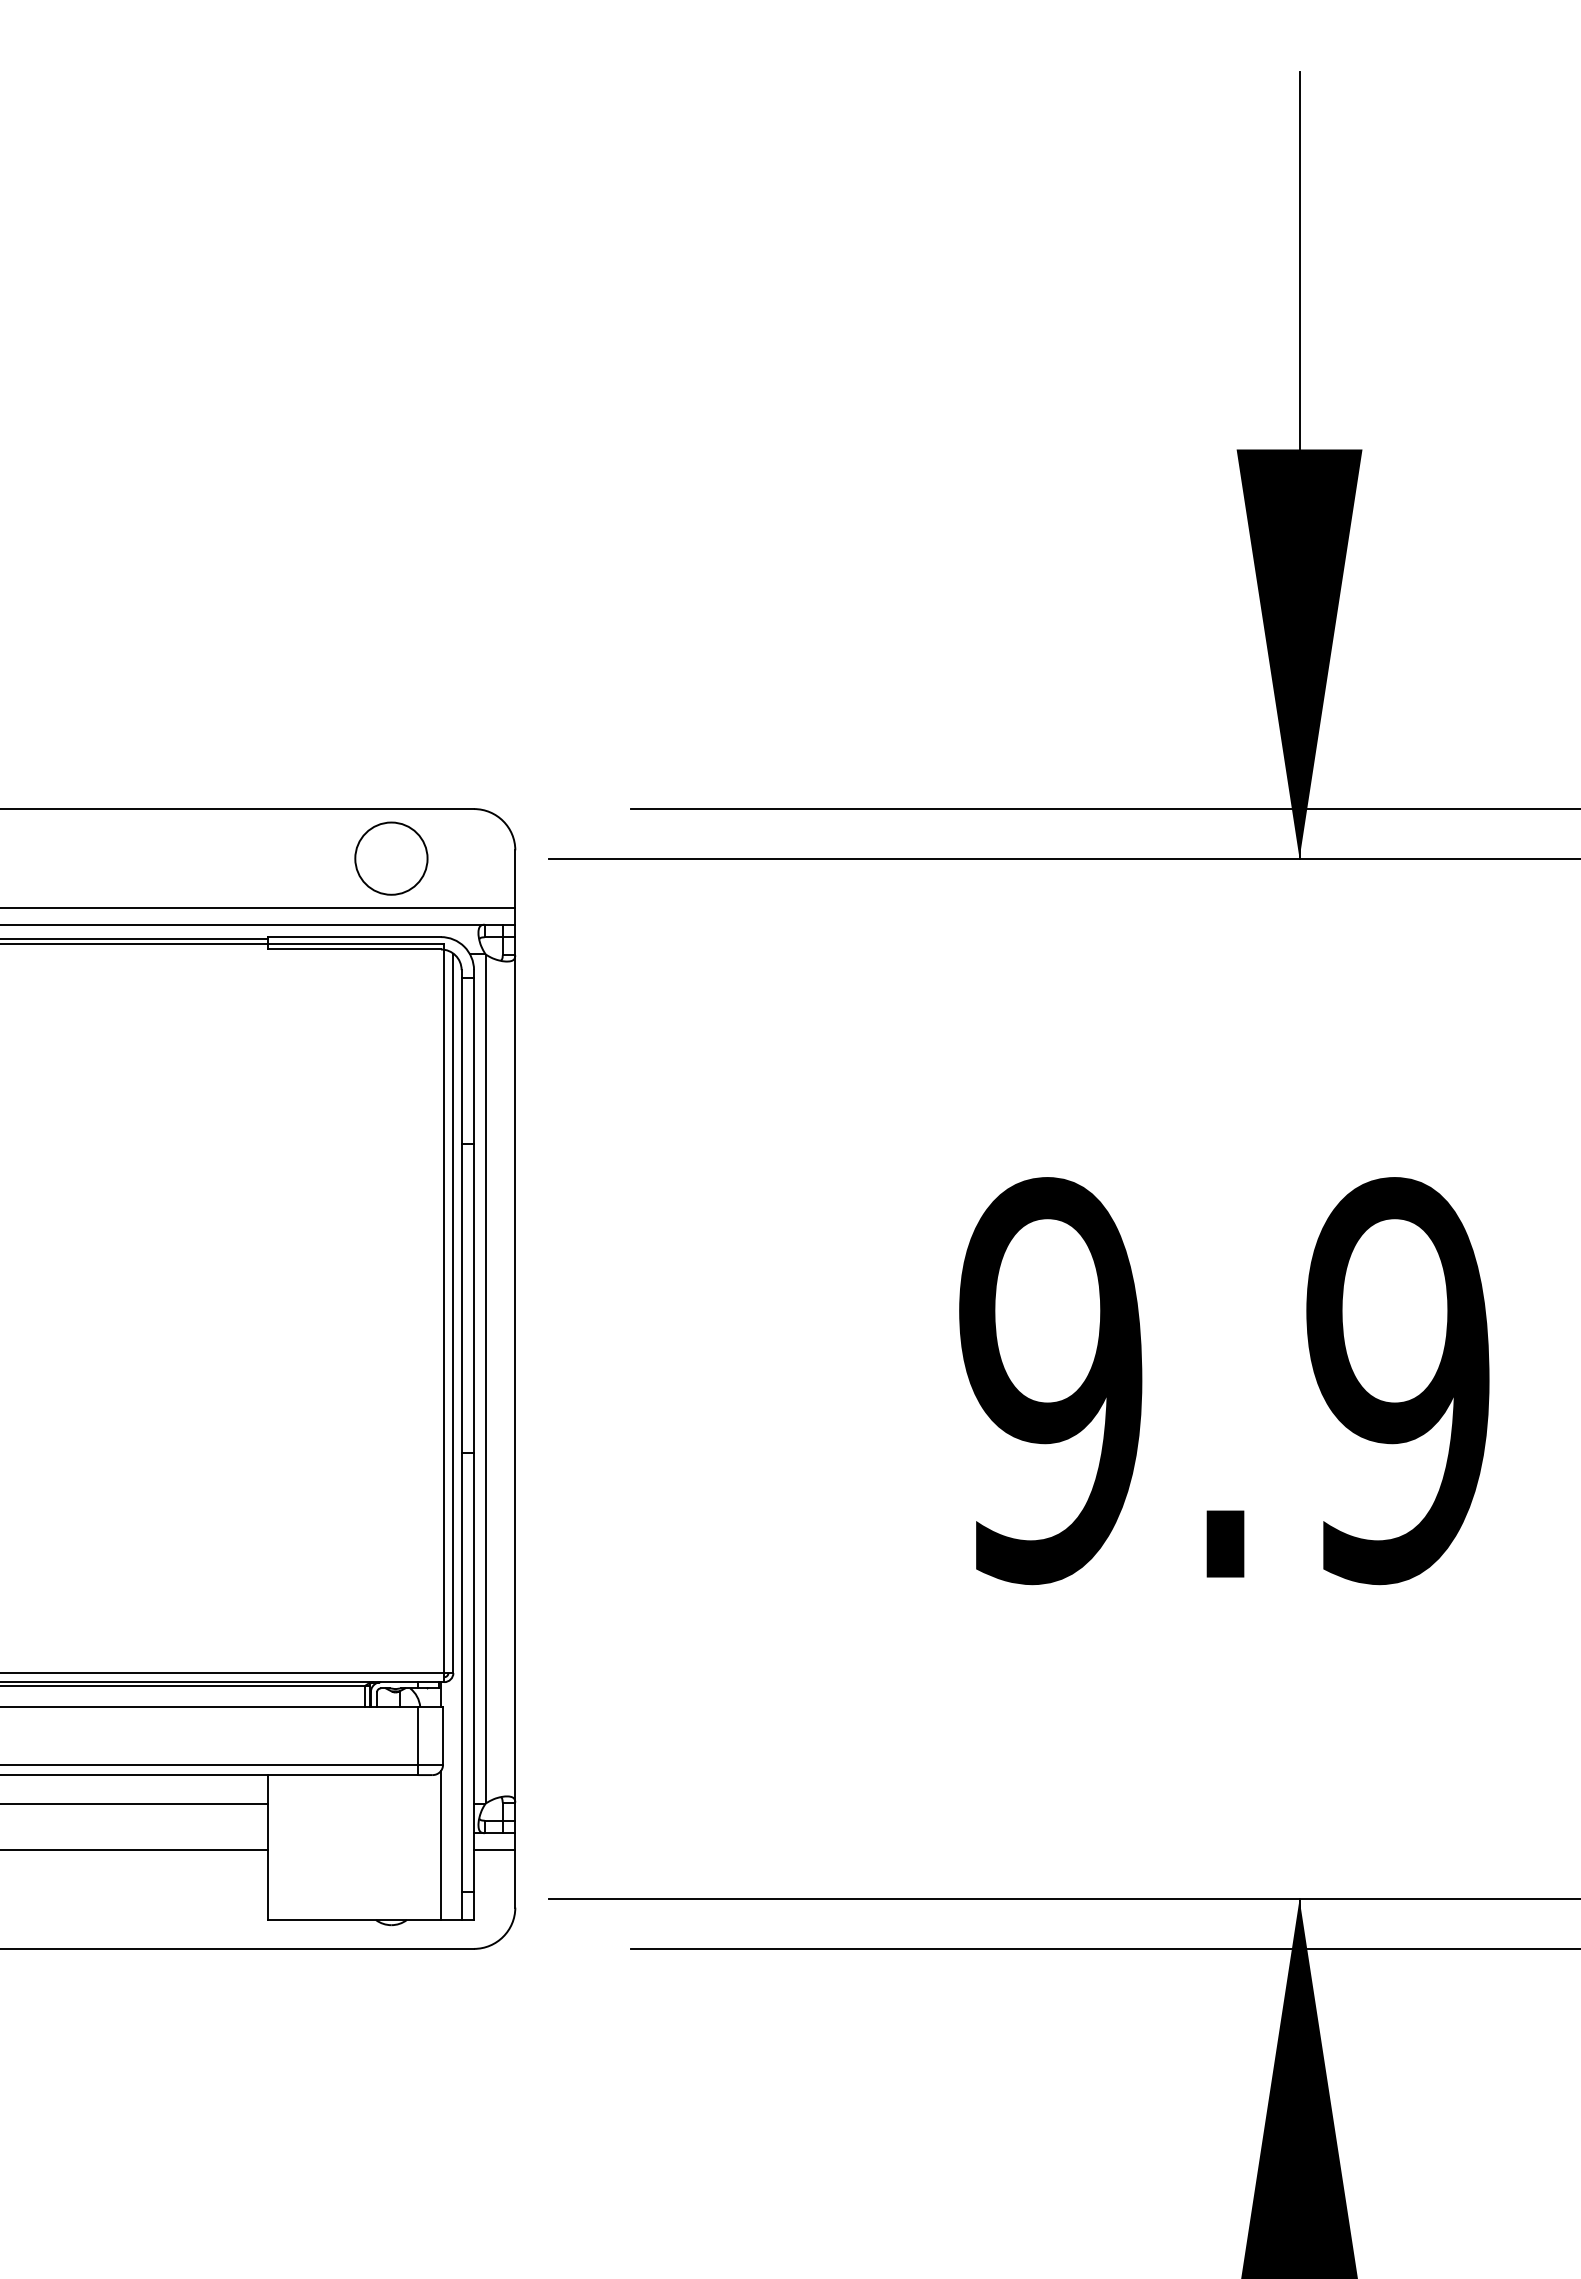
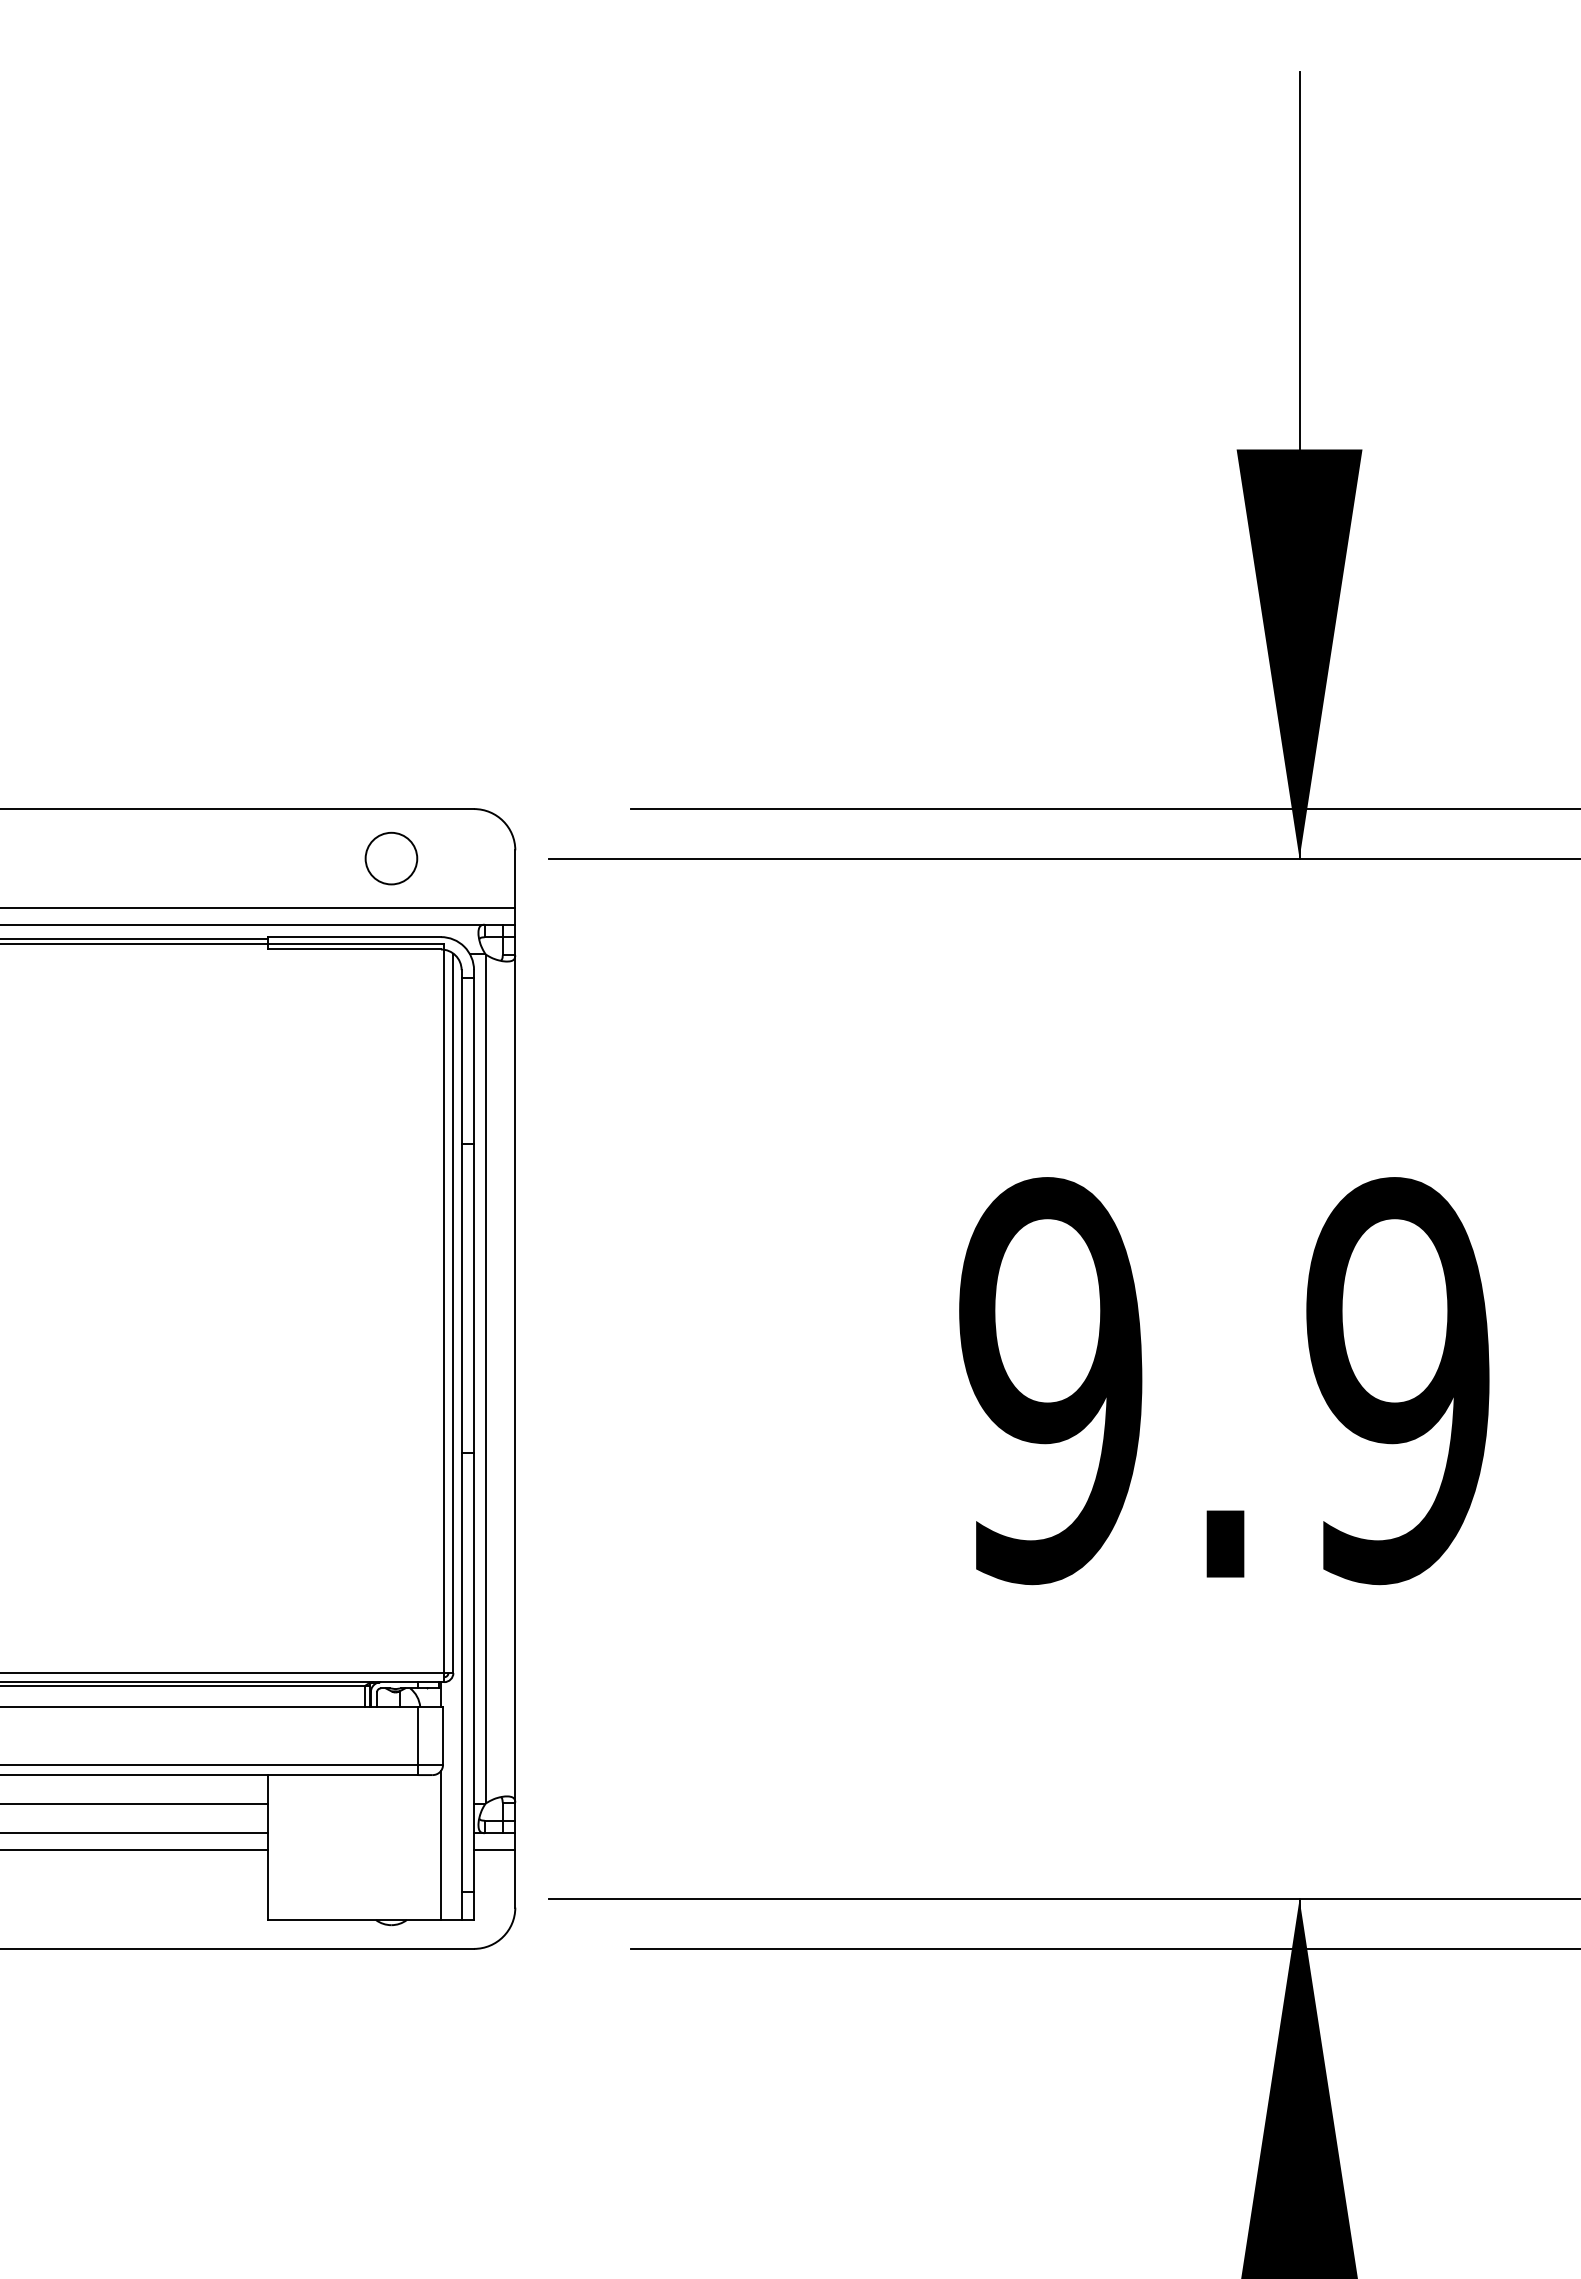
circle at (391, 858) size: 75x75 px -> 55x55 px
line at (134, 1833): none -> present
